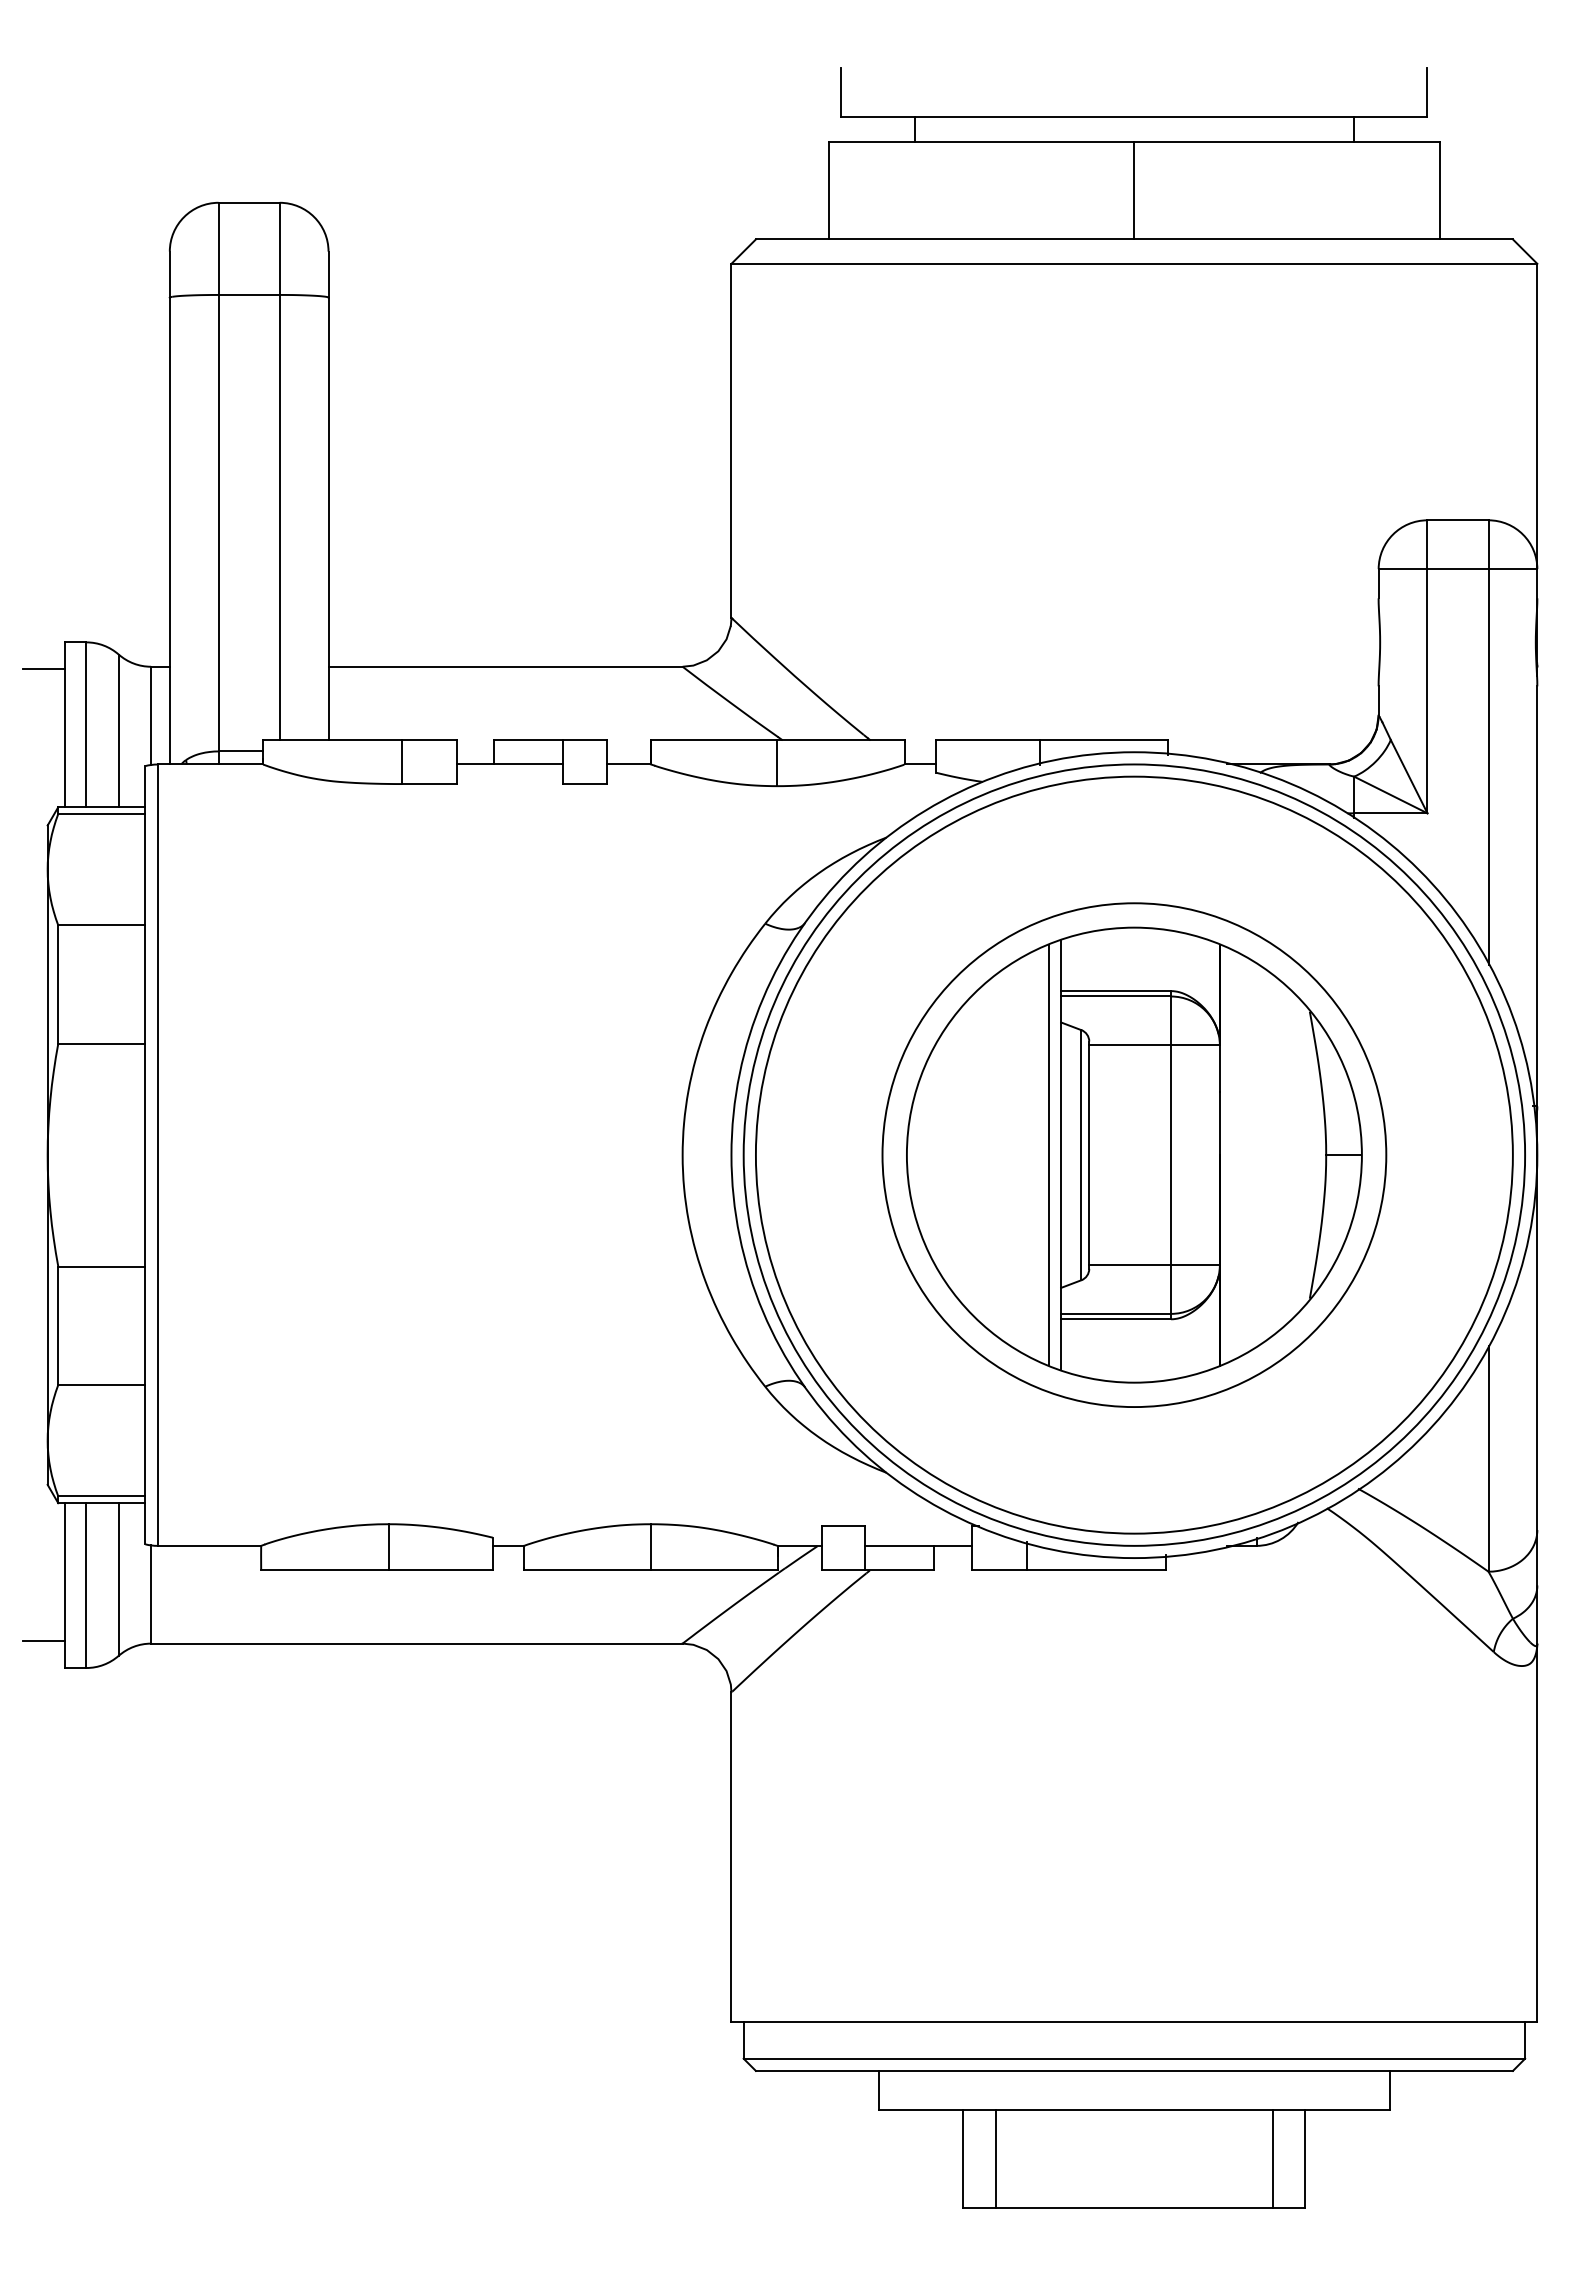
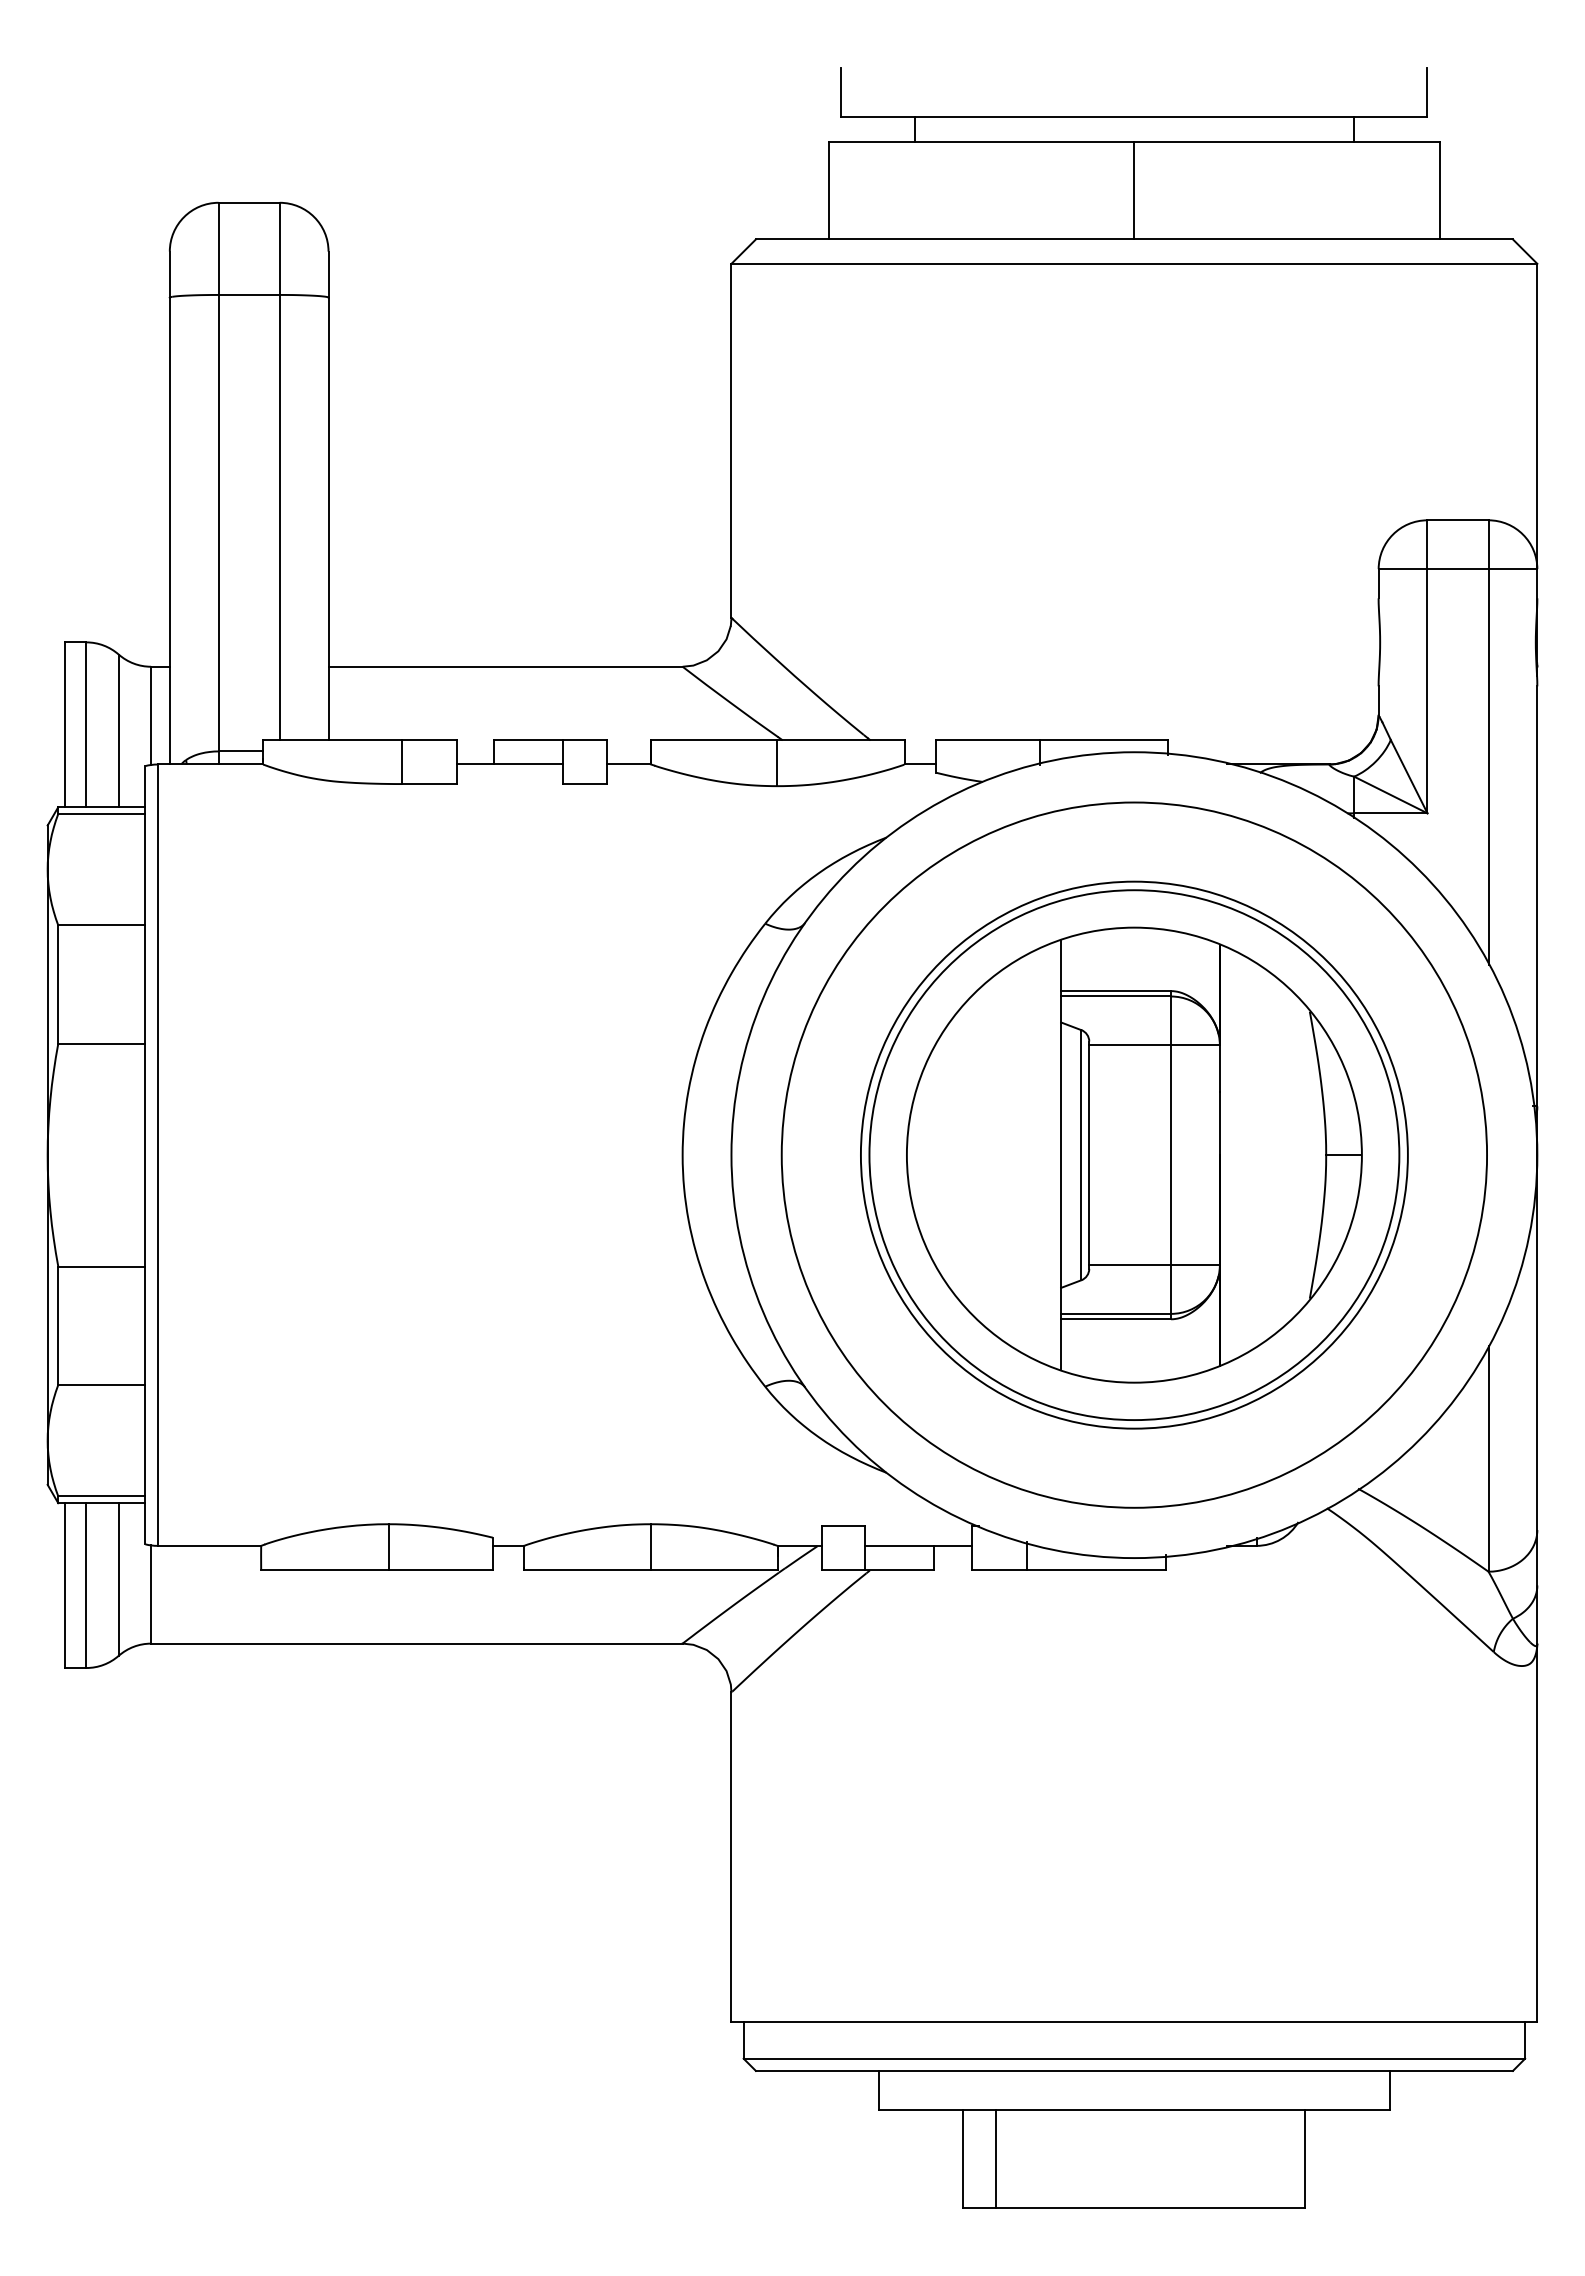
line at (43, 669): present -> none
circle at (1133, 1154) diameter: 757 px -> 530 px
circle at (1134, 1154) diameter: 781 px -> 547 px
line at (1048, 1155): present -> none
circle at (1134, 1155) diameter: 504 px -> 705 px
line at (43, 1641): present -> none
line at (1272, 2158): present -> none
